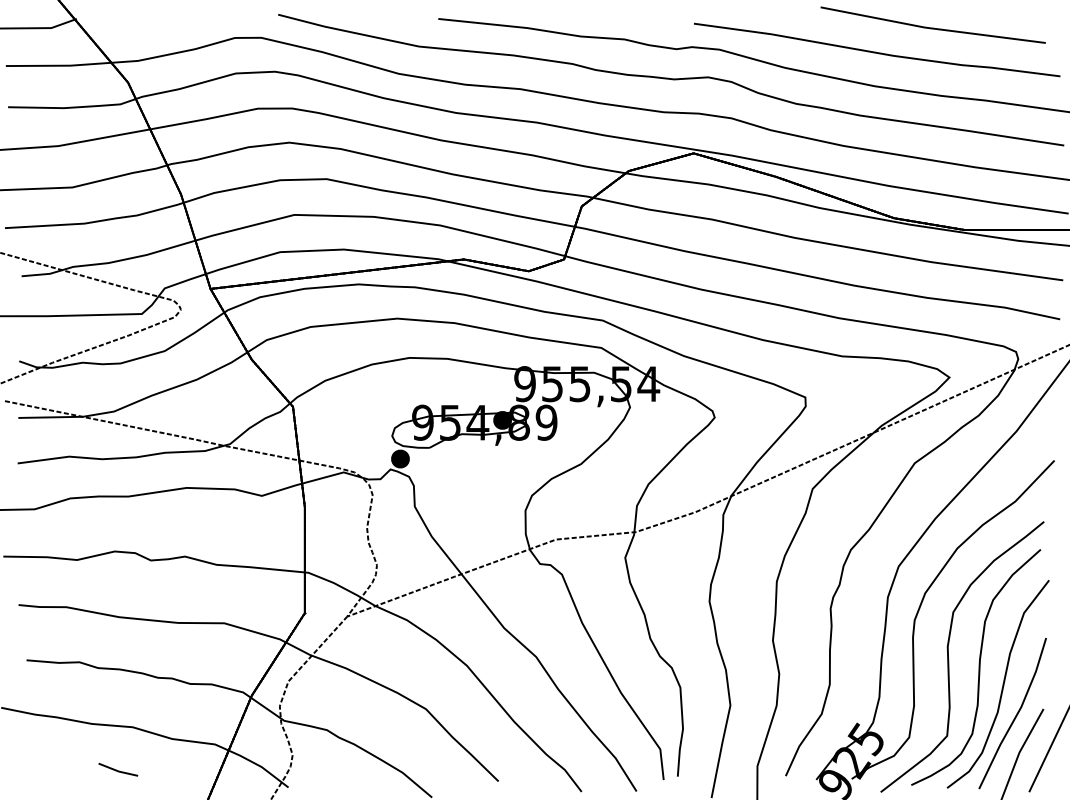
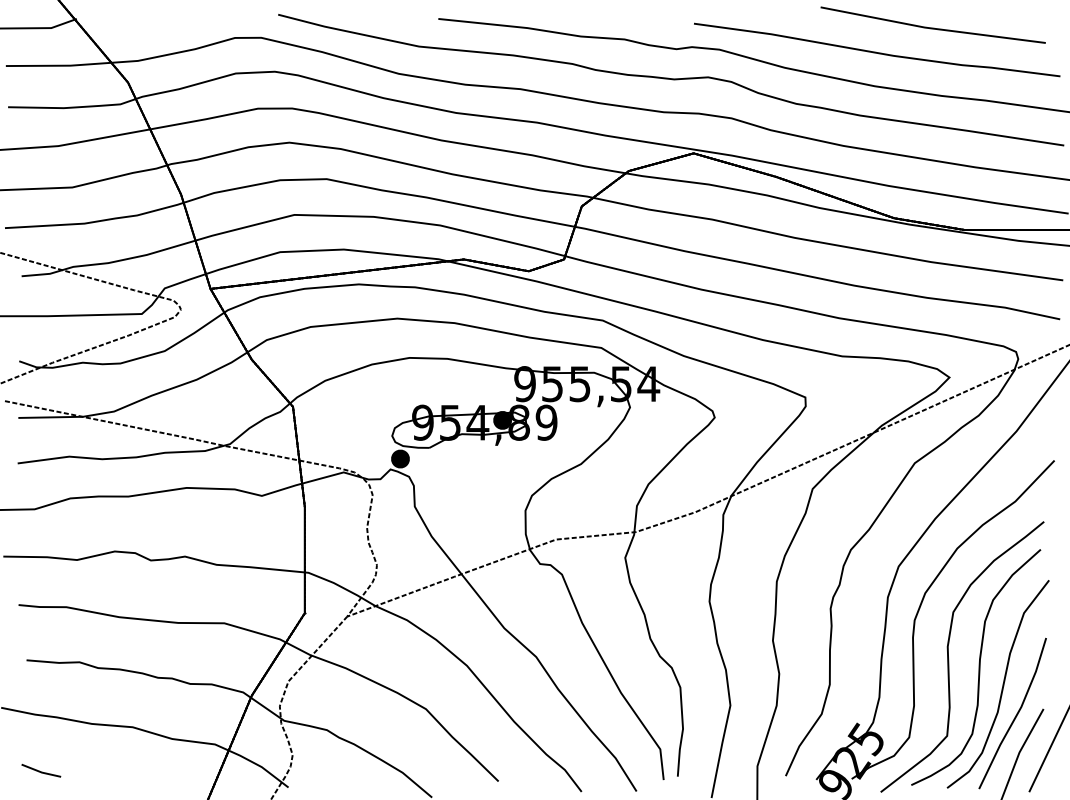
part at (118, 769) position: (118, 769) -> (41, 770)
